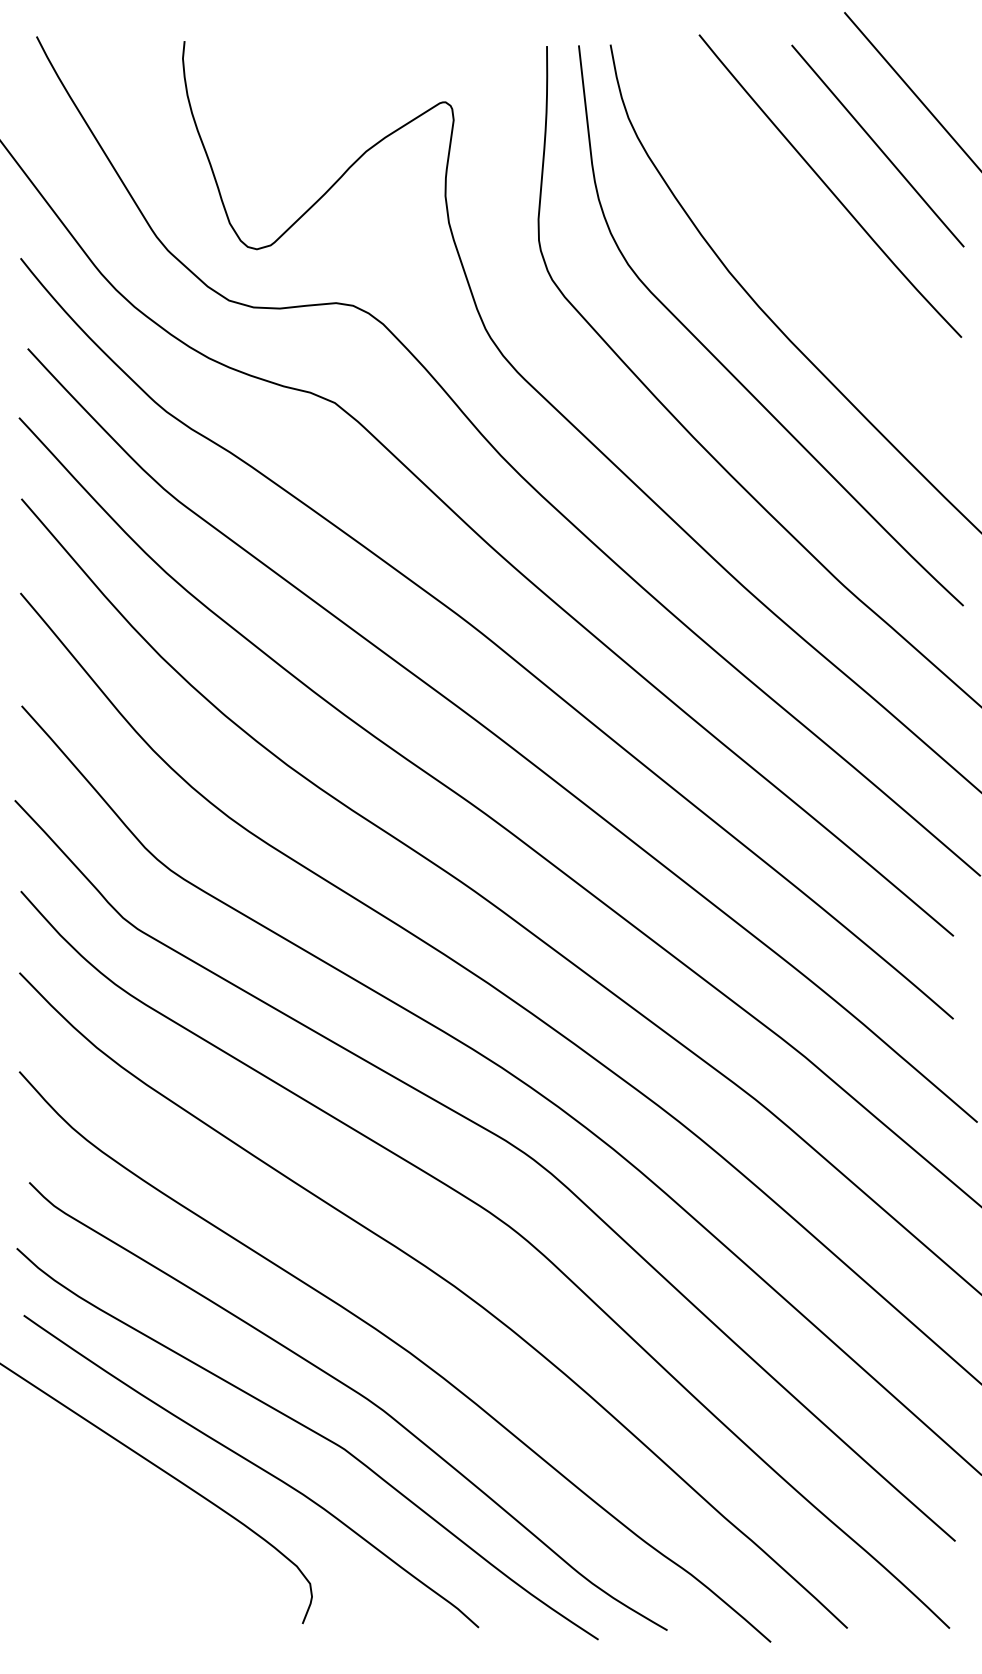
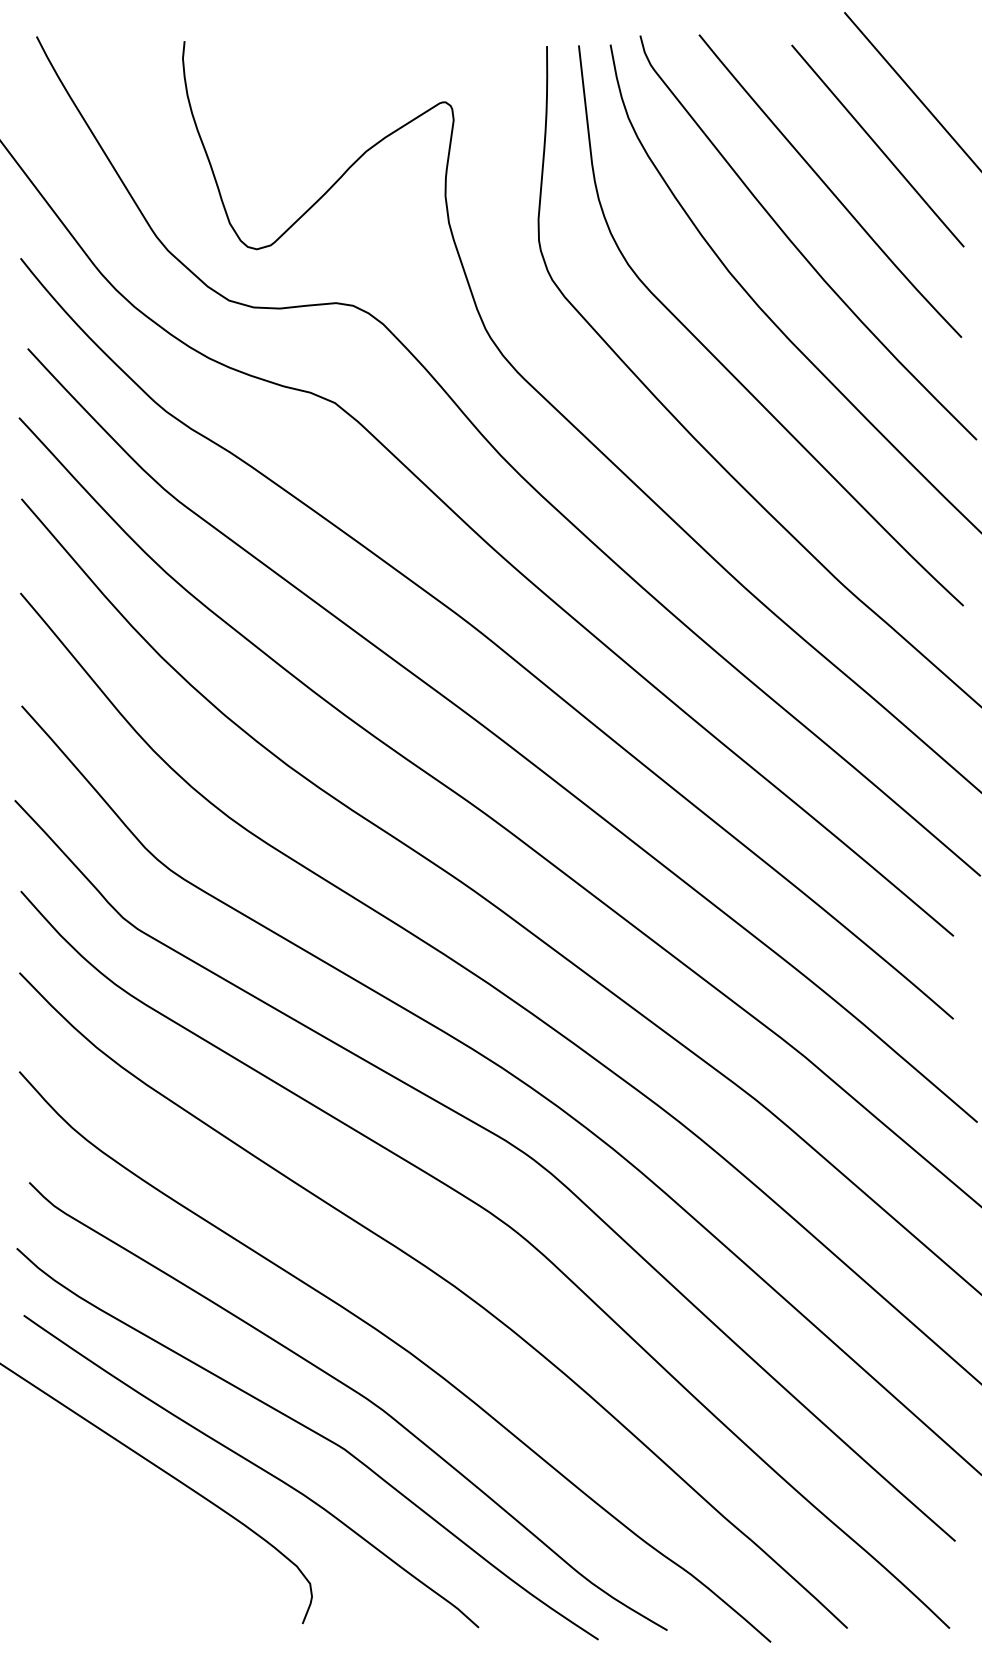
curve at (797, 247): none -> present
